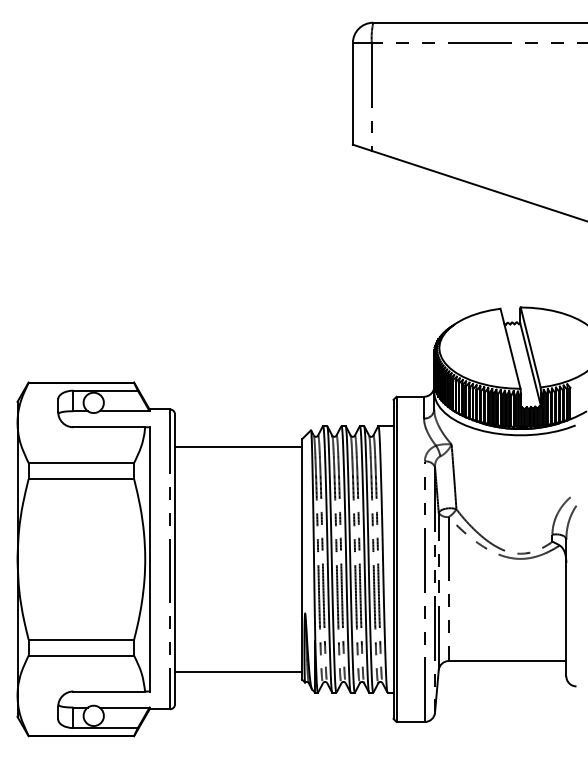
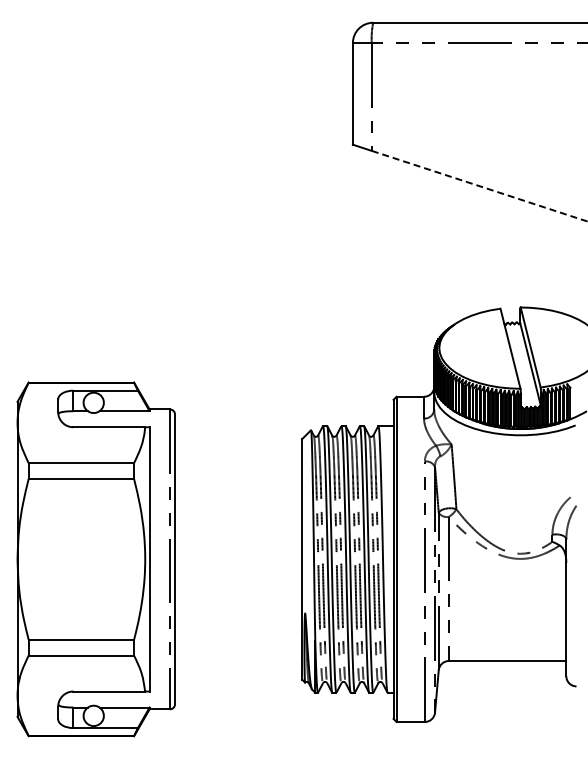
line at (480, 186): solid -> dashed
line at (238, 446): present -> none
line at (238, 672): present -> none
